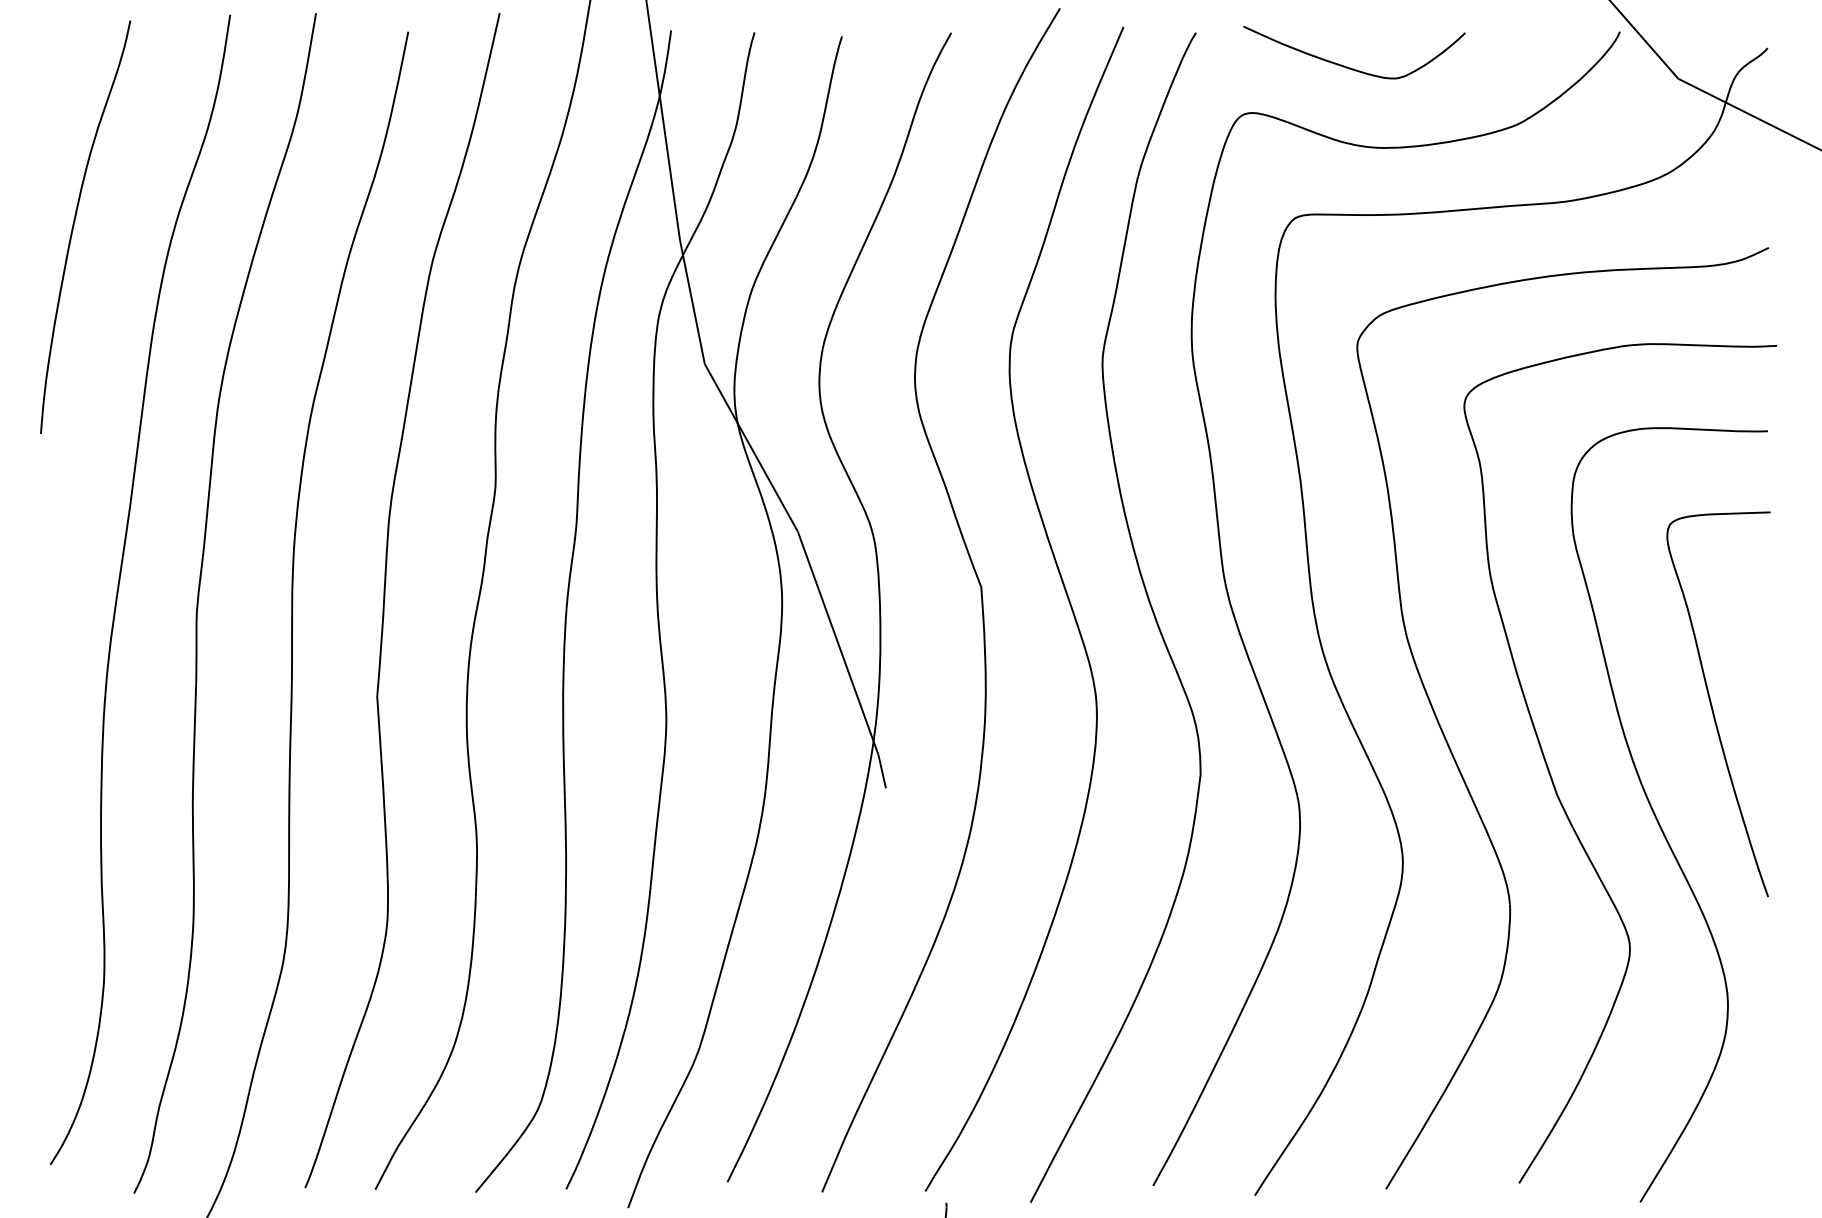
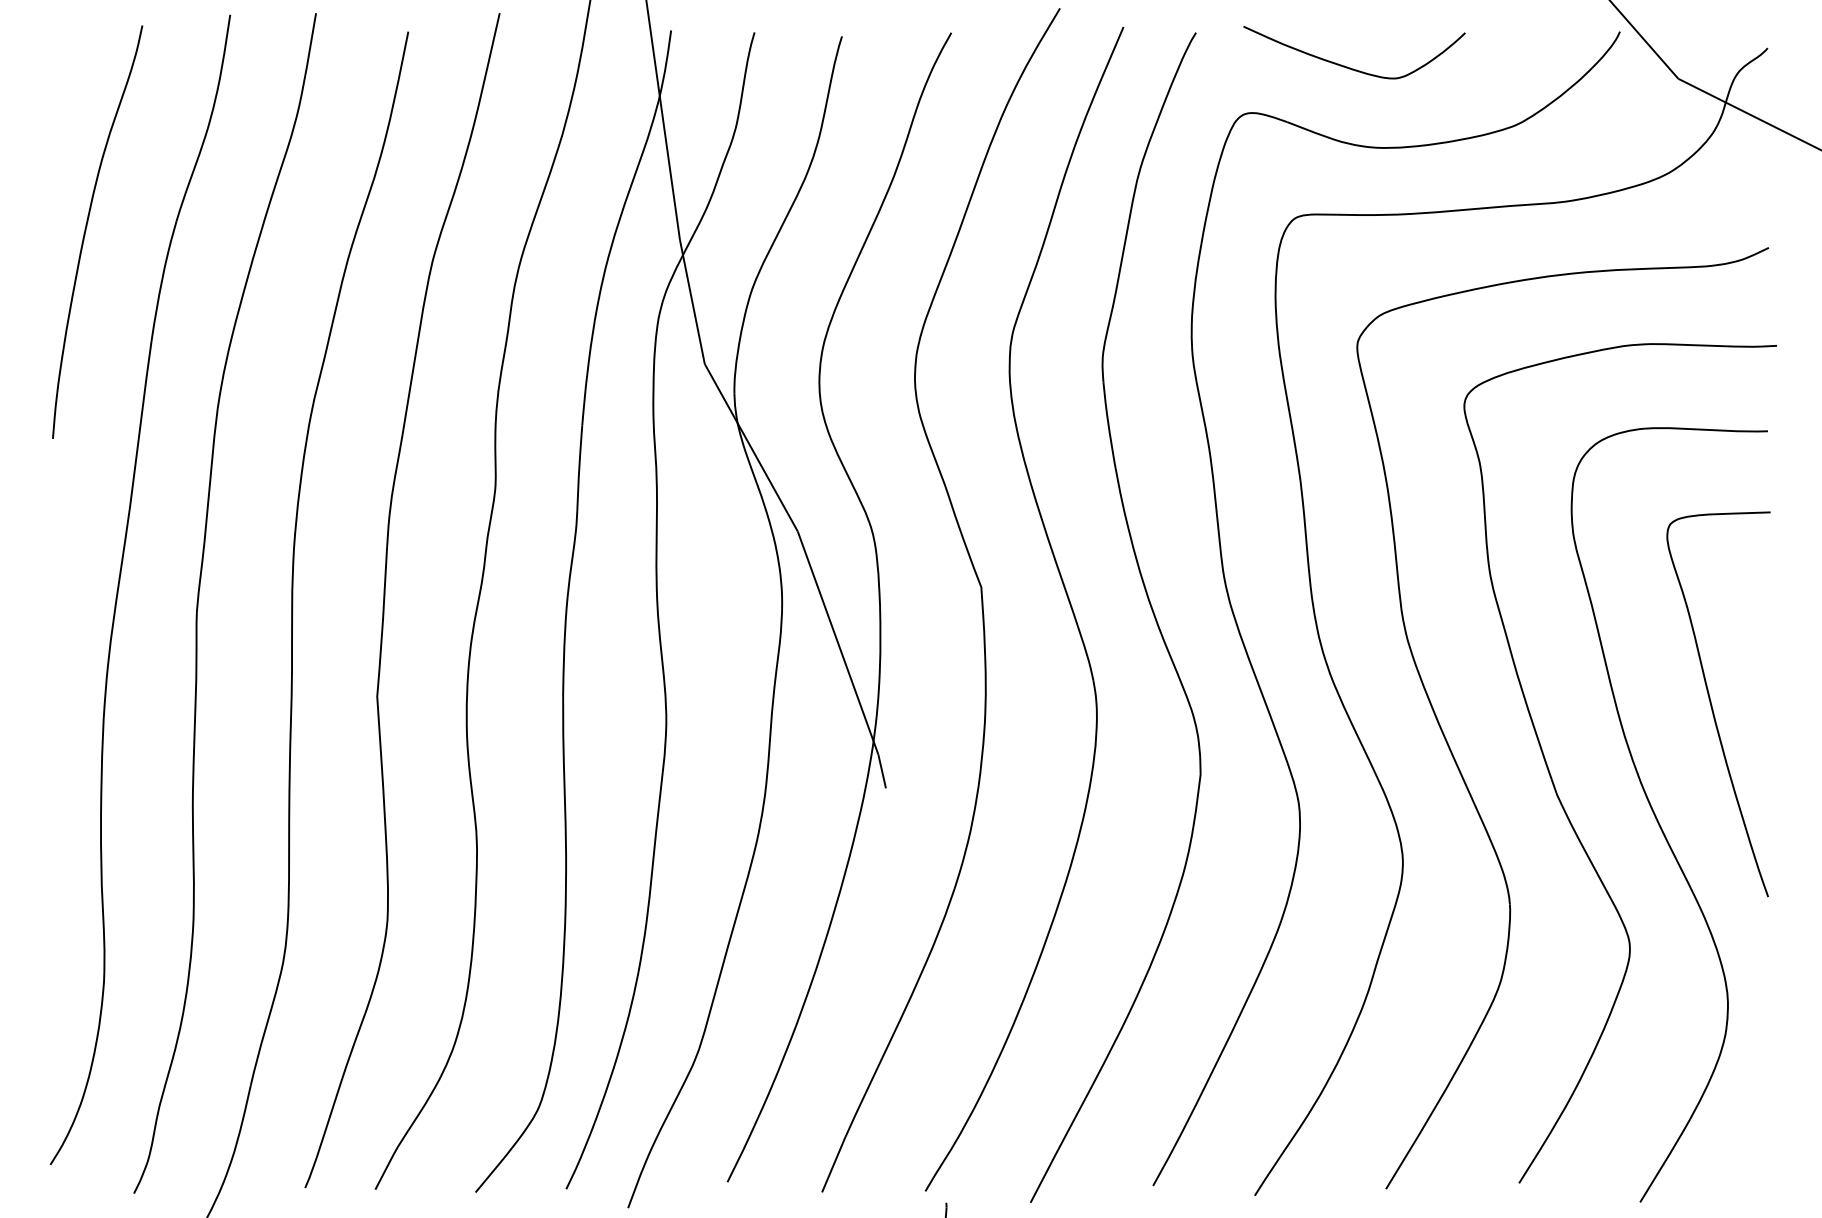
curve at (74, 226) position: (74, 226) -> (86, 231)
